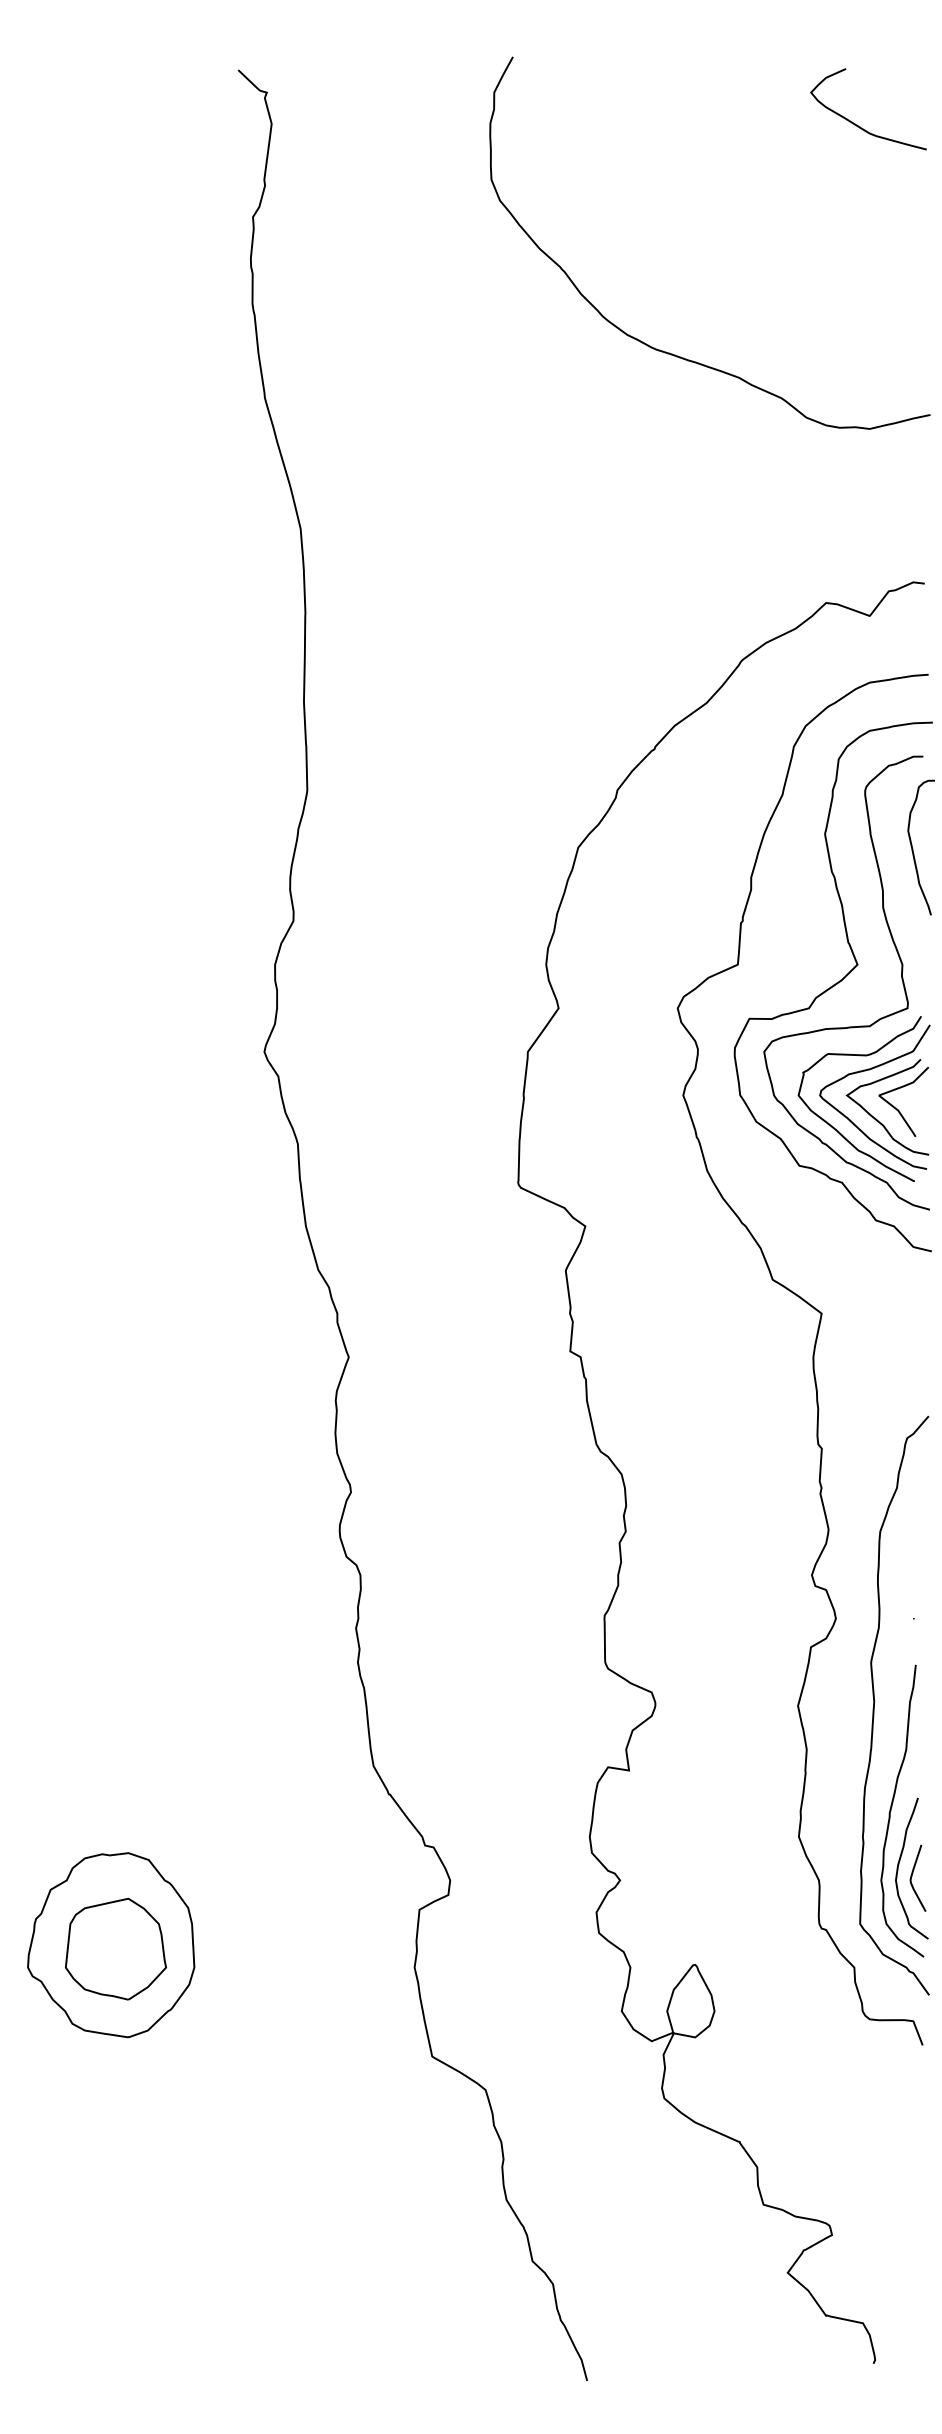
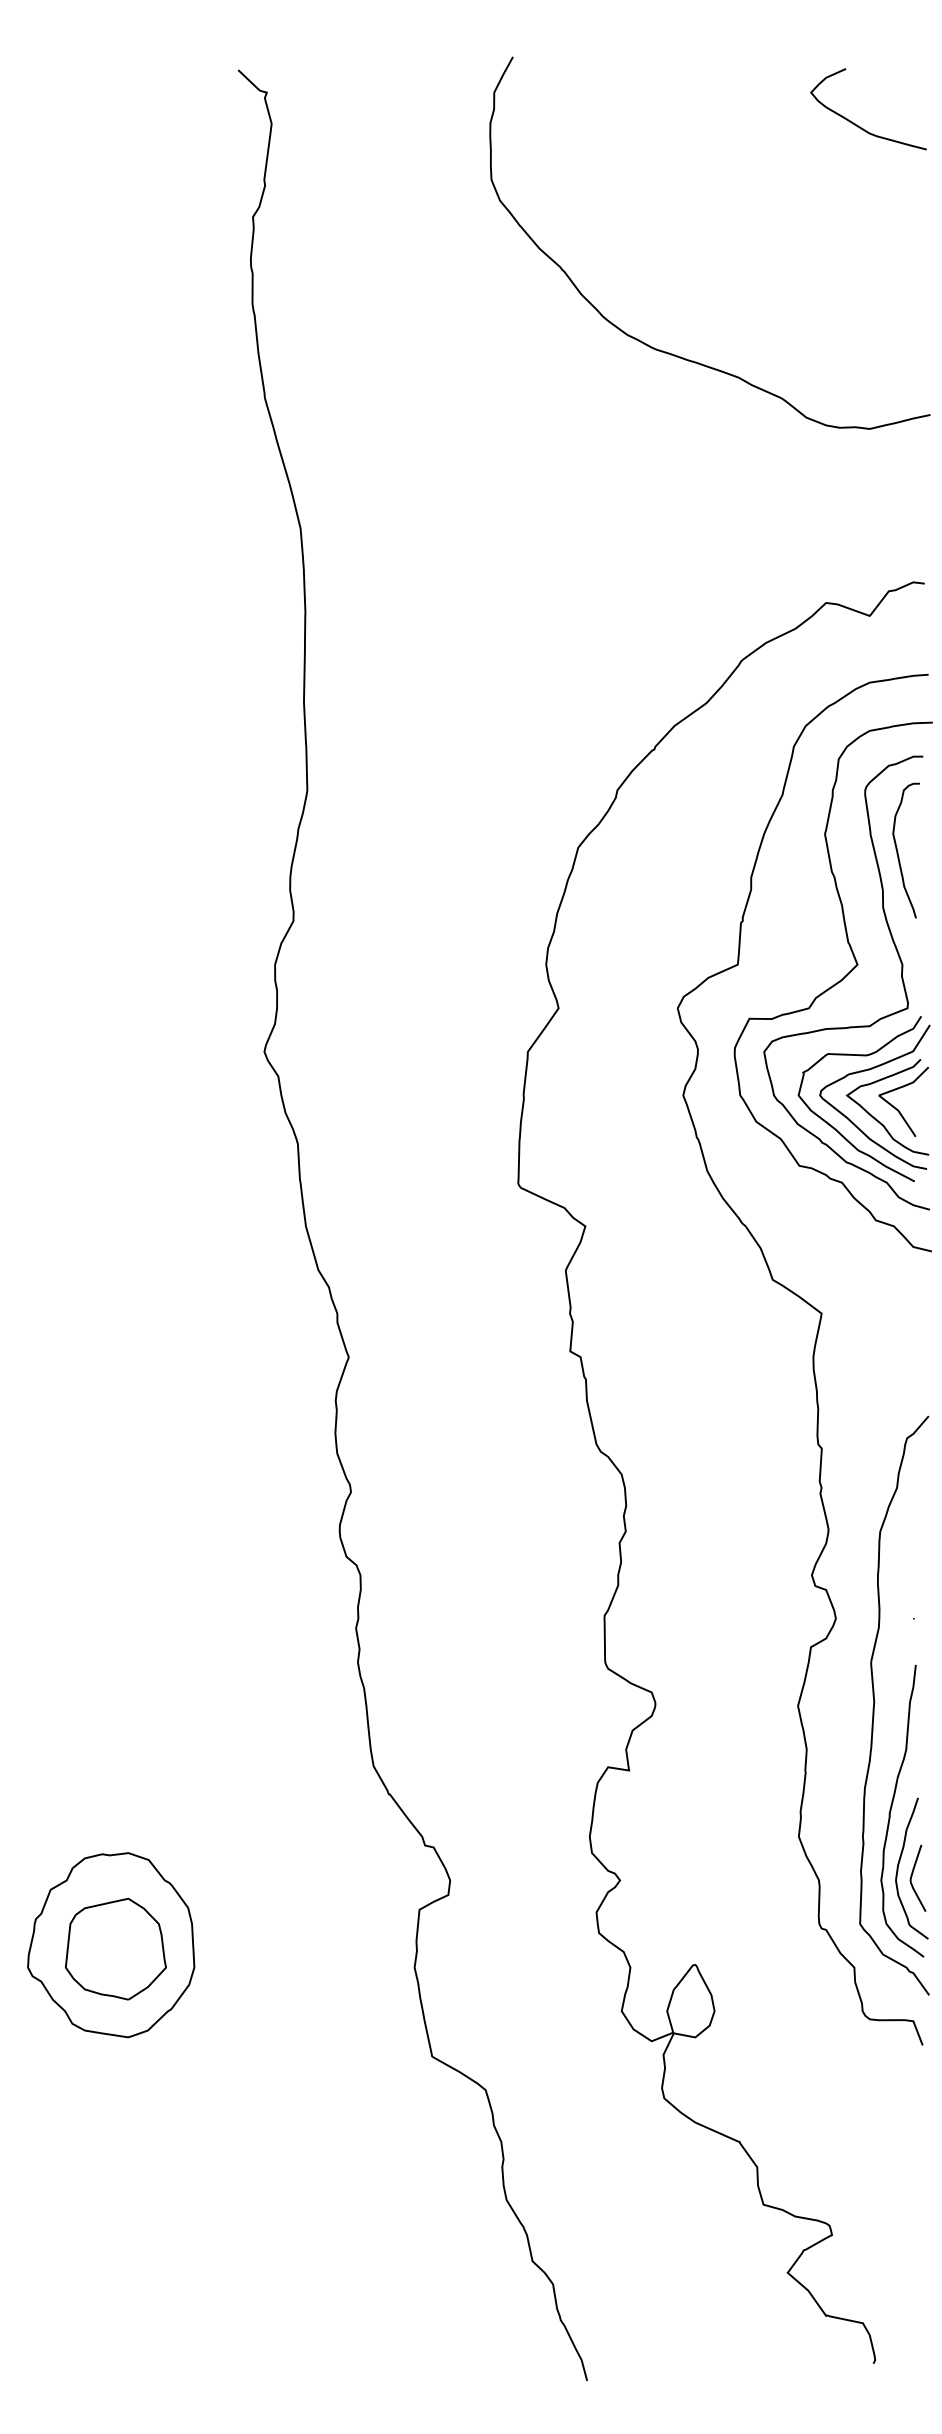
curve at (913, 848) position: (913, 848) -> (898, 851)
